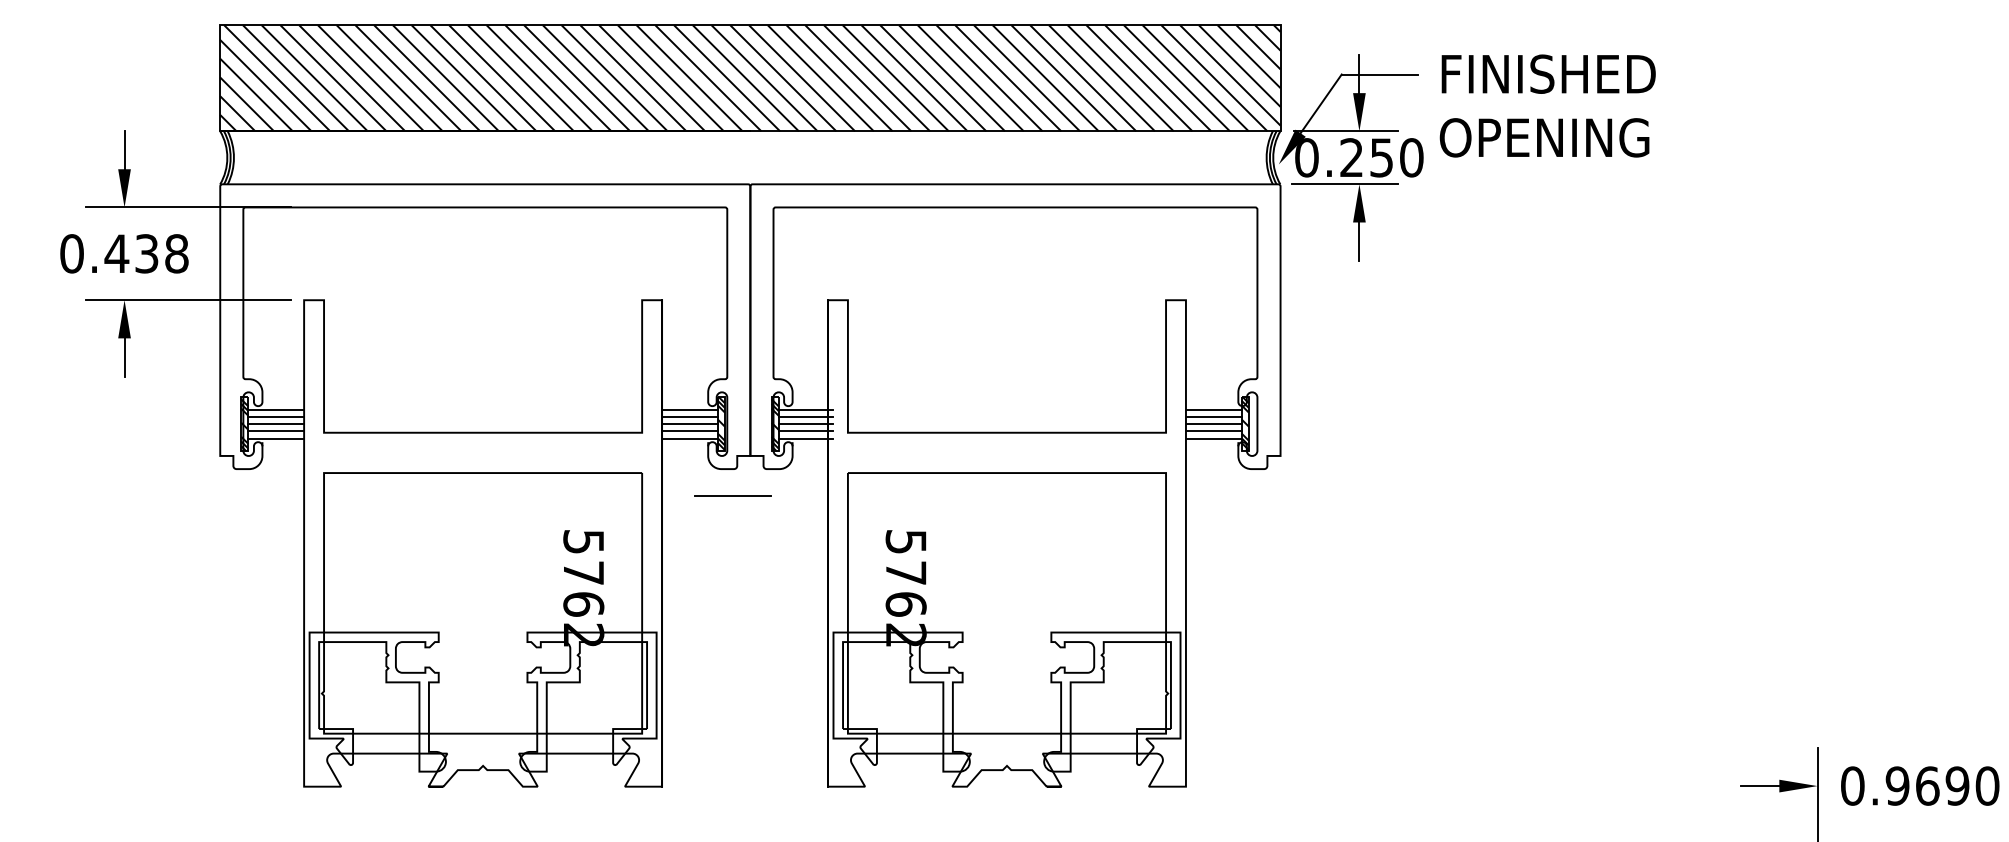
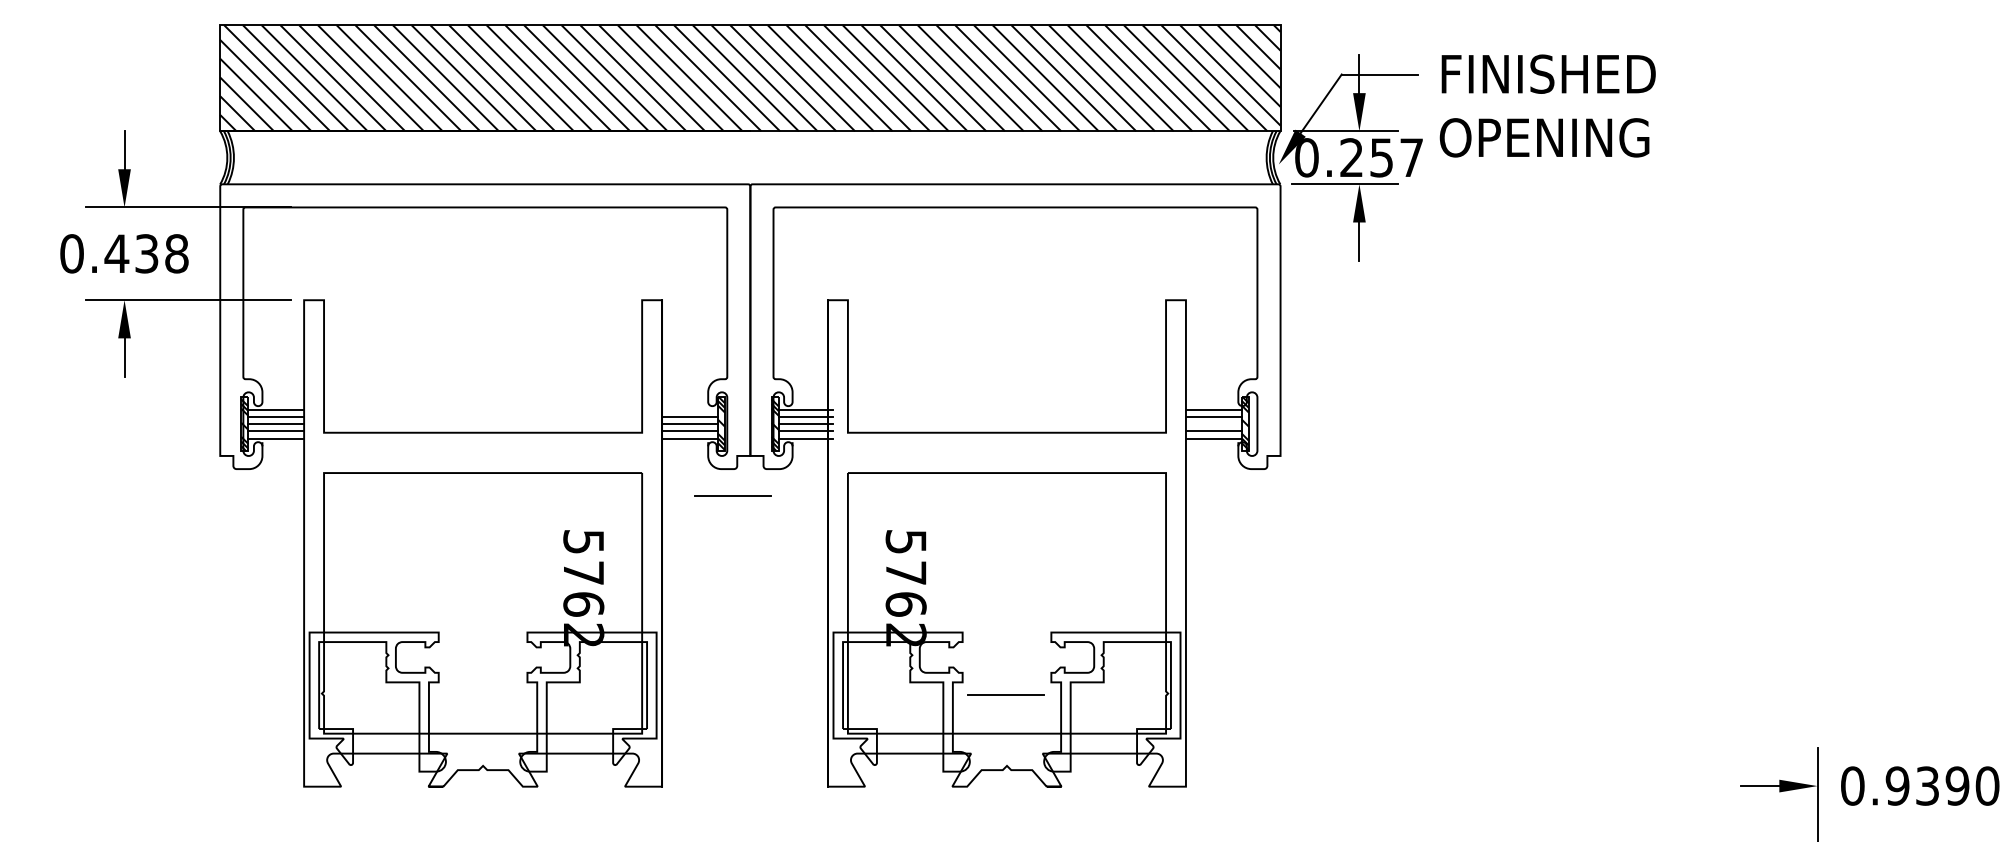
text at (1411, 157): 0.250 -> 0.257
line at (690, 409): present -> none
line at (1214, 424): present -> none
line at (1005, 694): none -> present
text at (1927, 785): 0.9690 -> 0.9390
